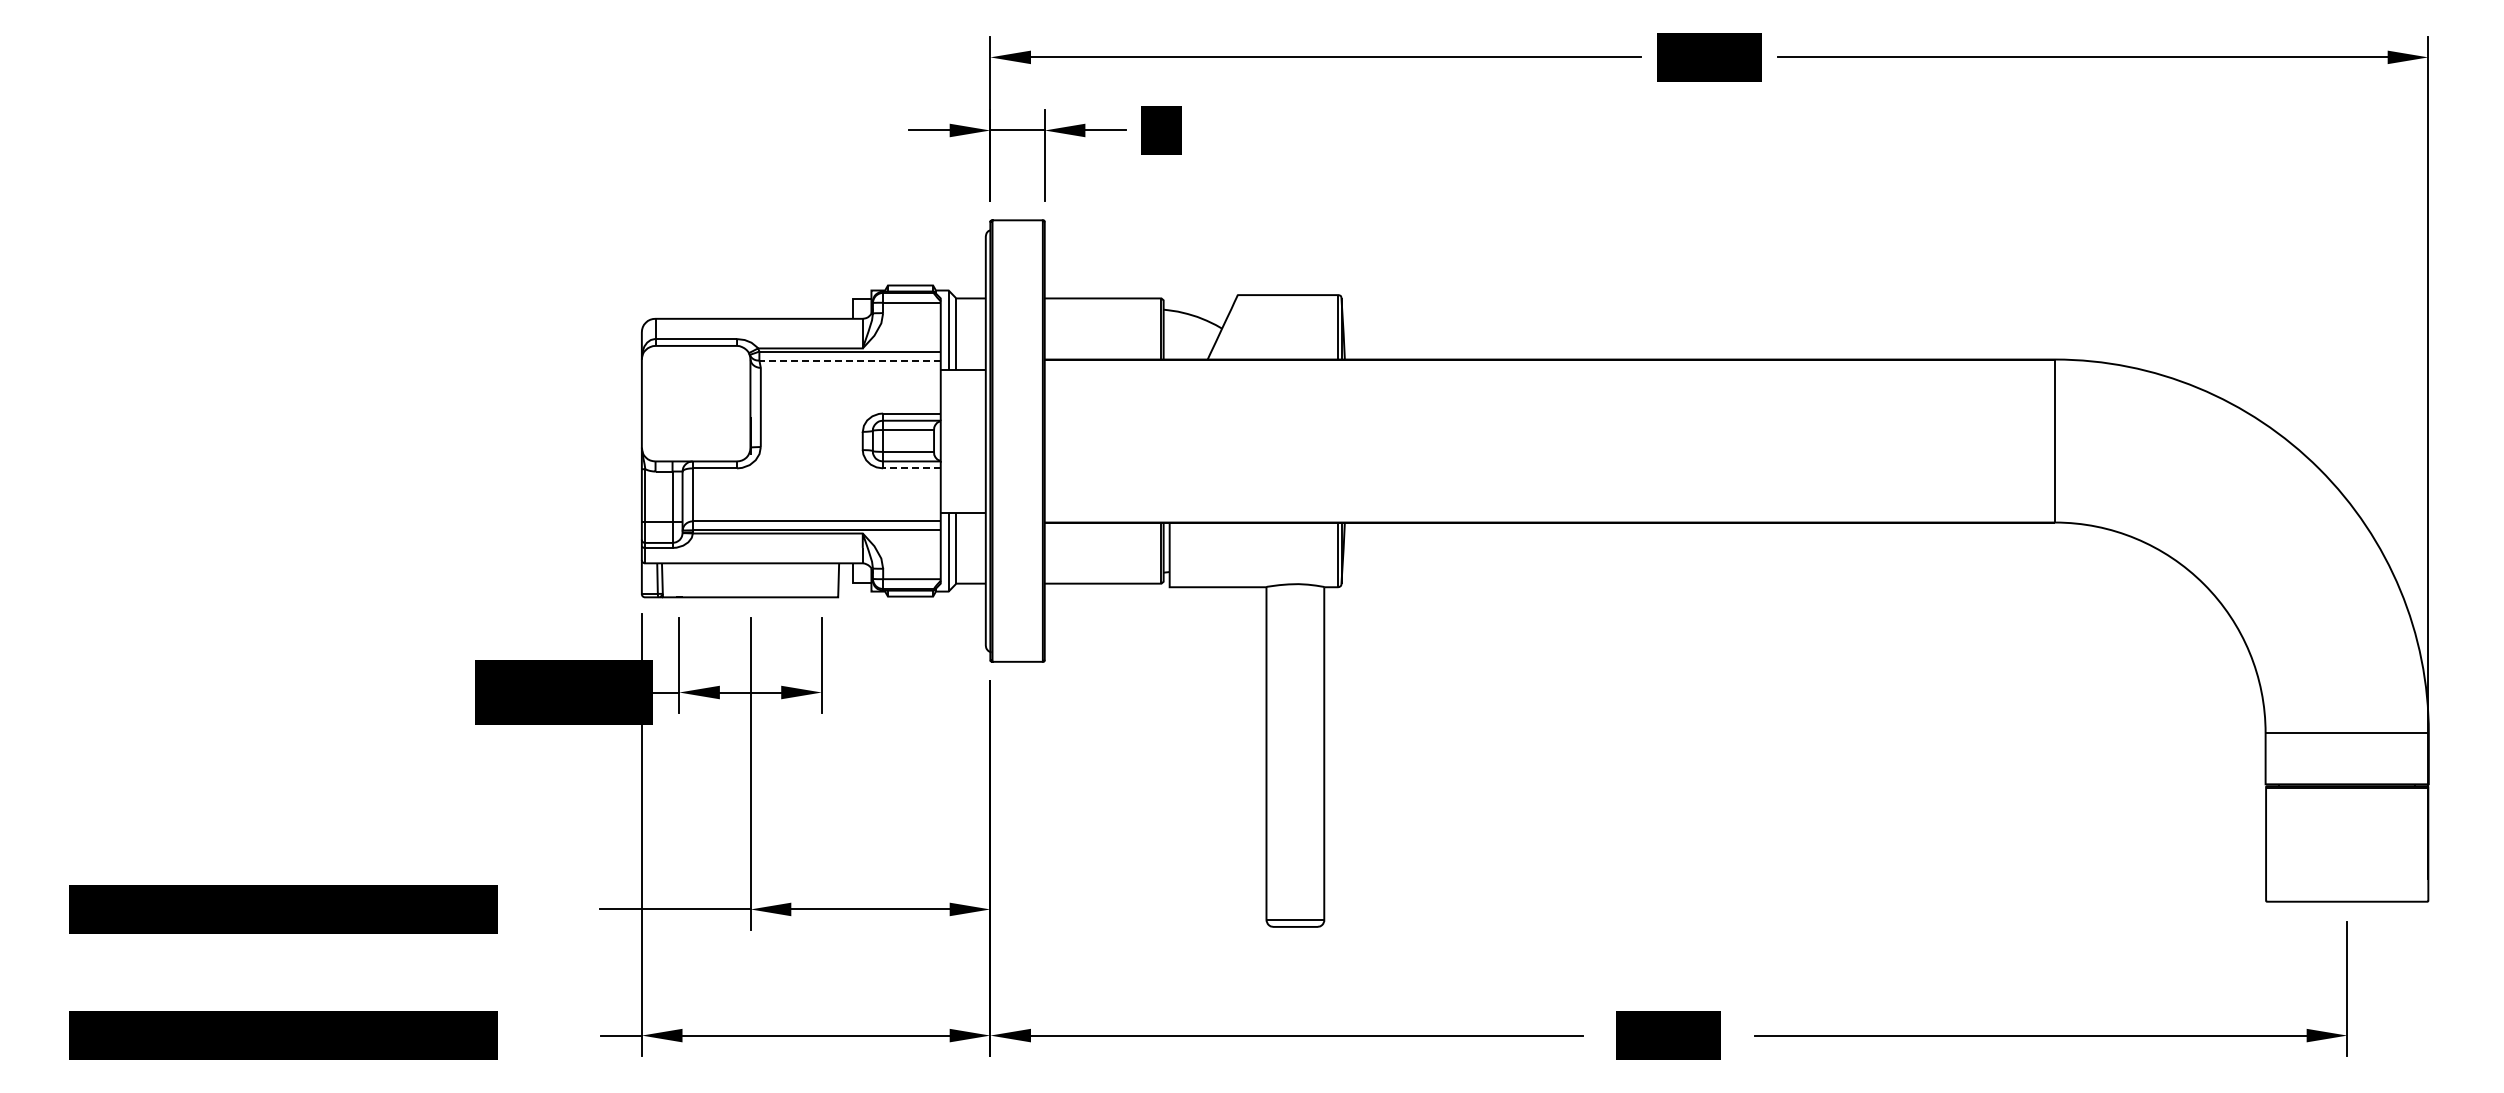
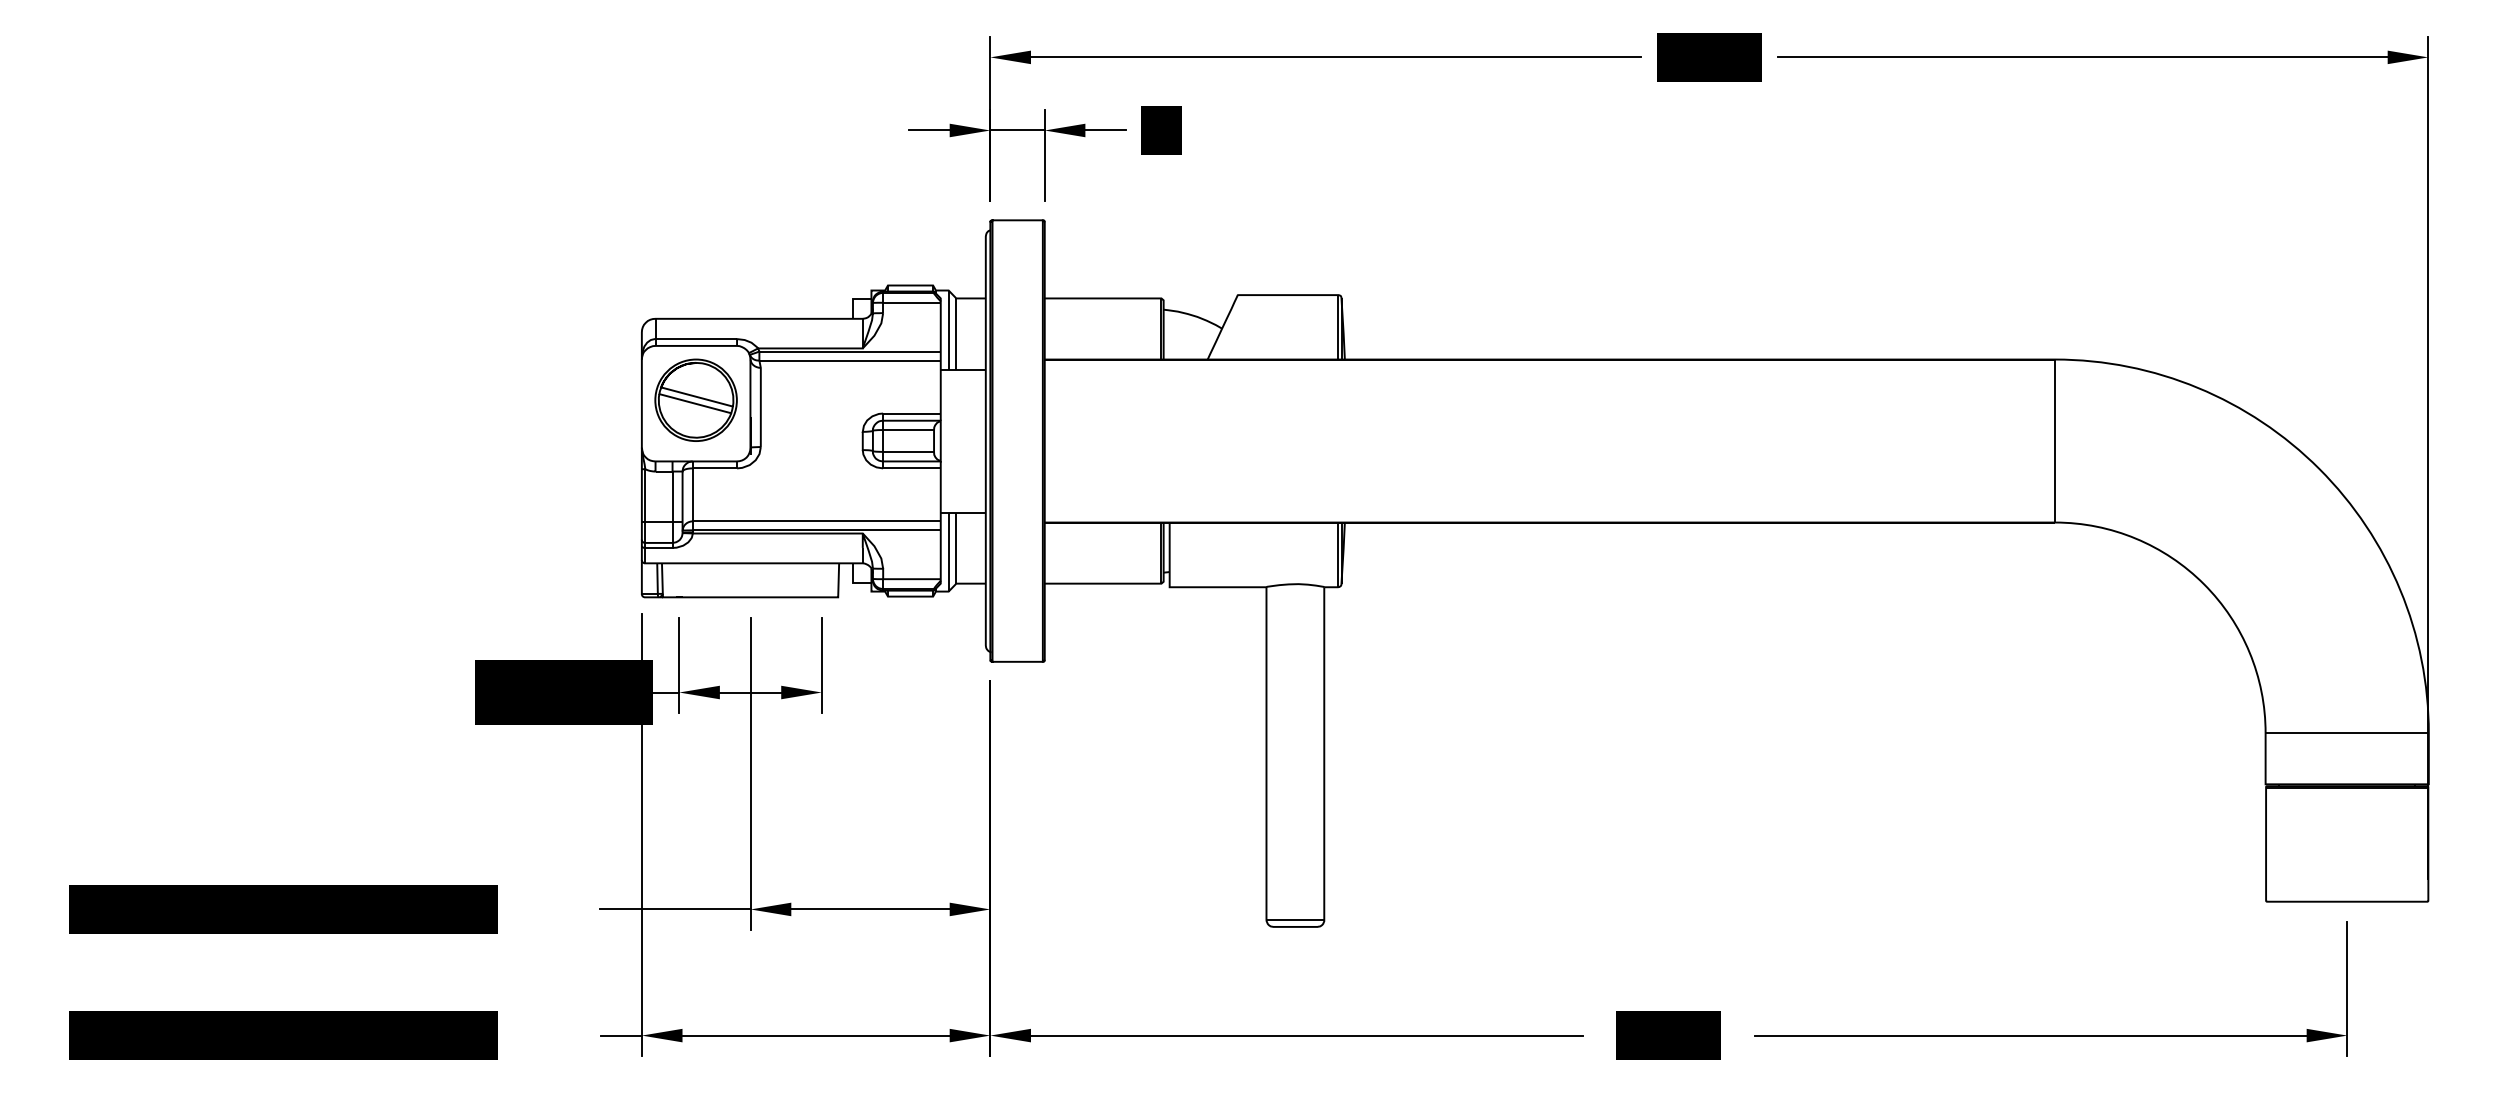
line at (850, 360): dashed -> solid
part at (695, 399): none -> present
line at (912, 468): dashed -> solid
